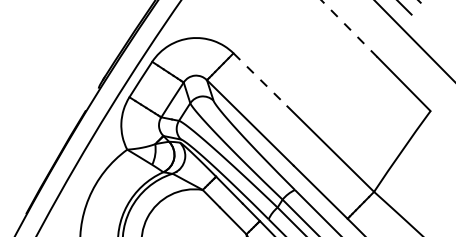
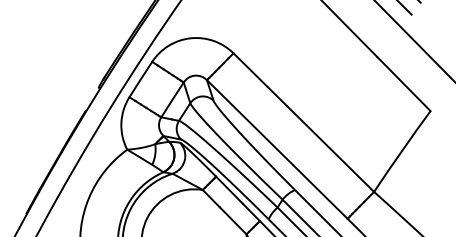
line at (349, 28): dashed -> solid
line at (260, 79): dashed -> solid
